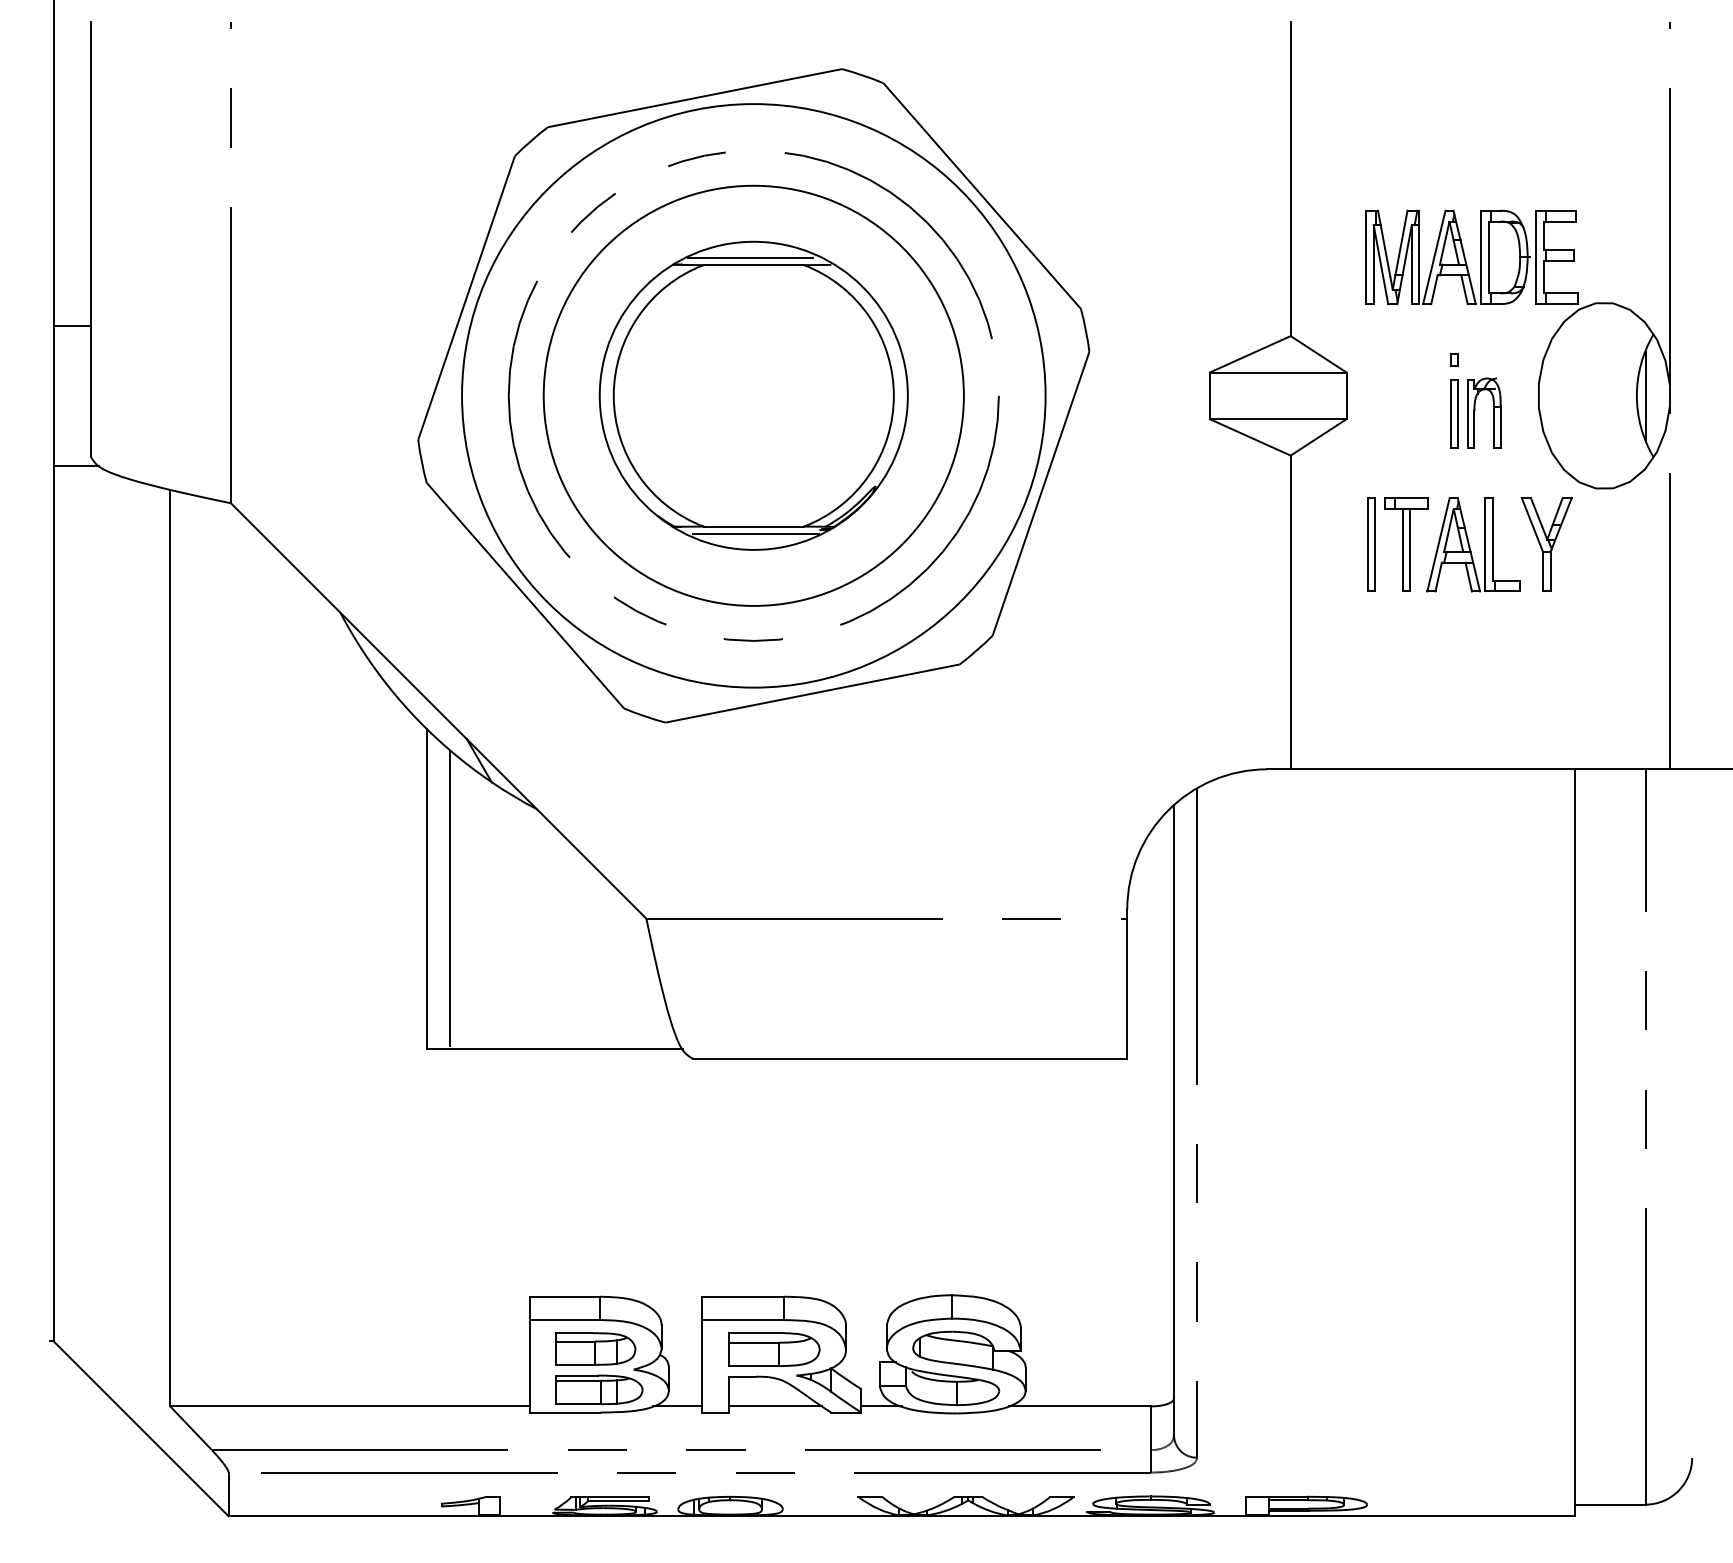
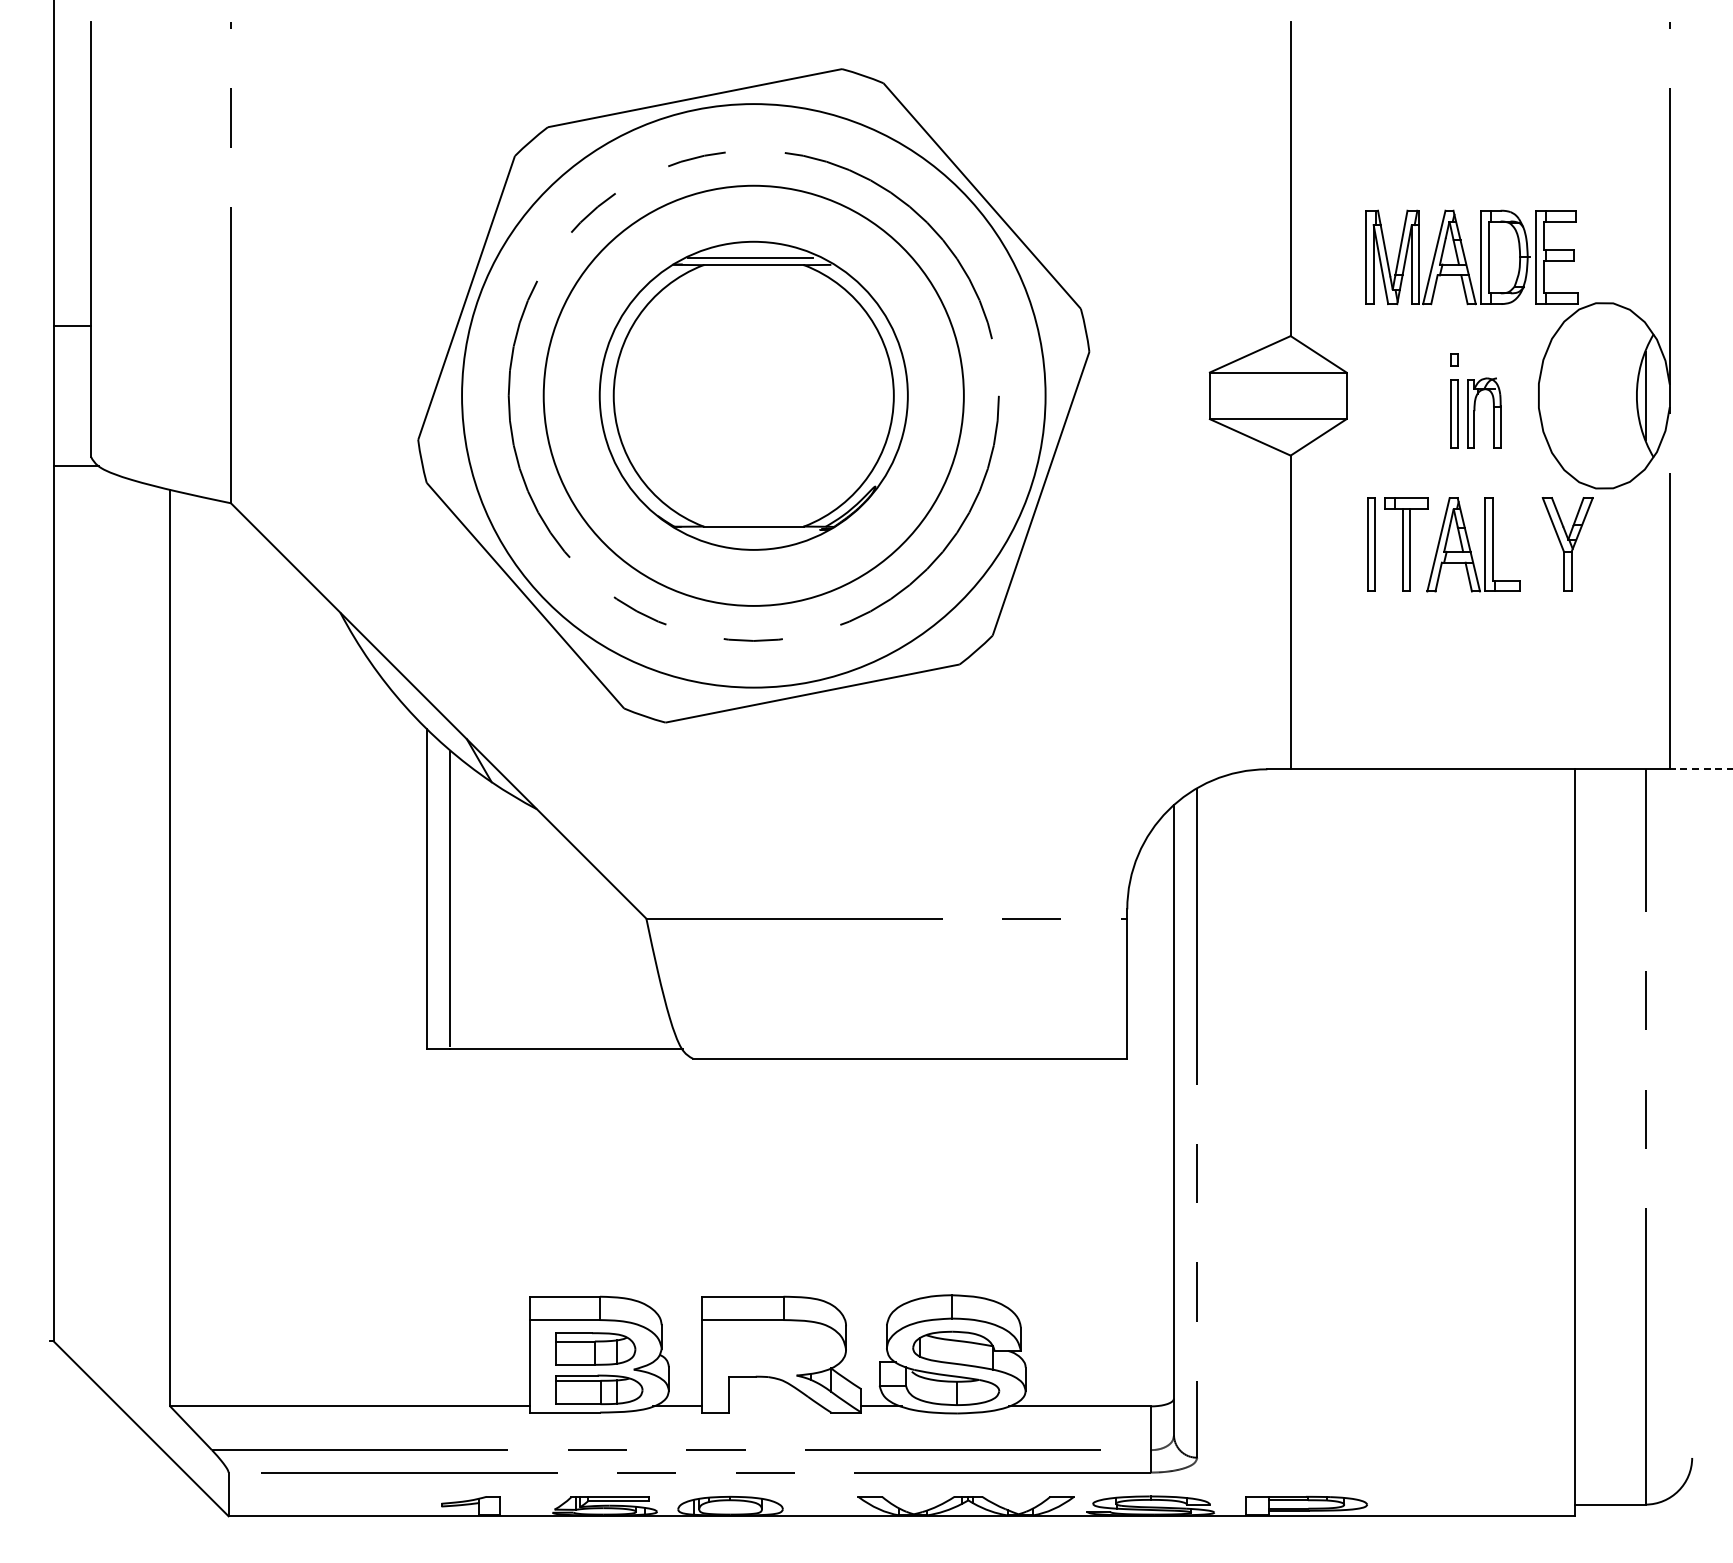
line at (755, 533): present -> none
part at (1546, 544) position: (1546, 544) -> (1567, 544)
line at (1700, 769): solid -> dashed
part at (774, 1349): present -> none
line at (774, 1406): present -> none
